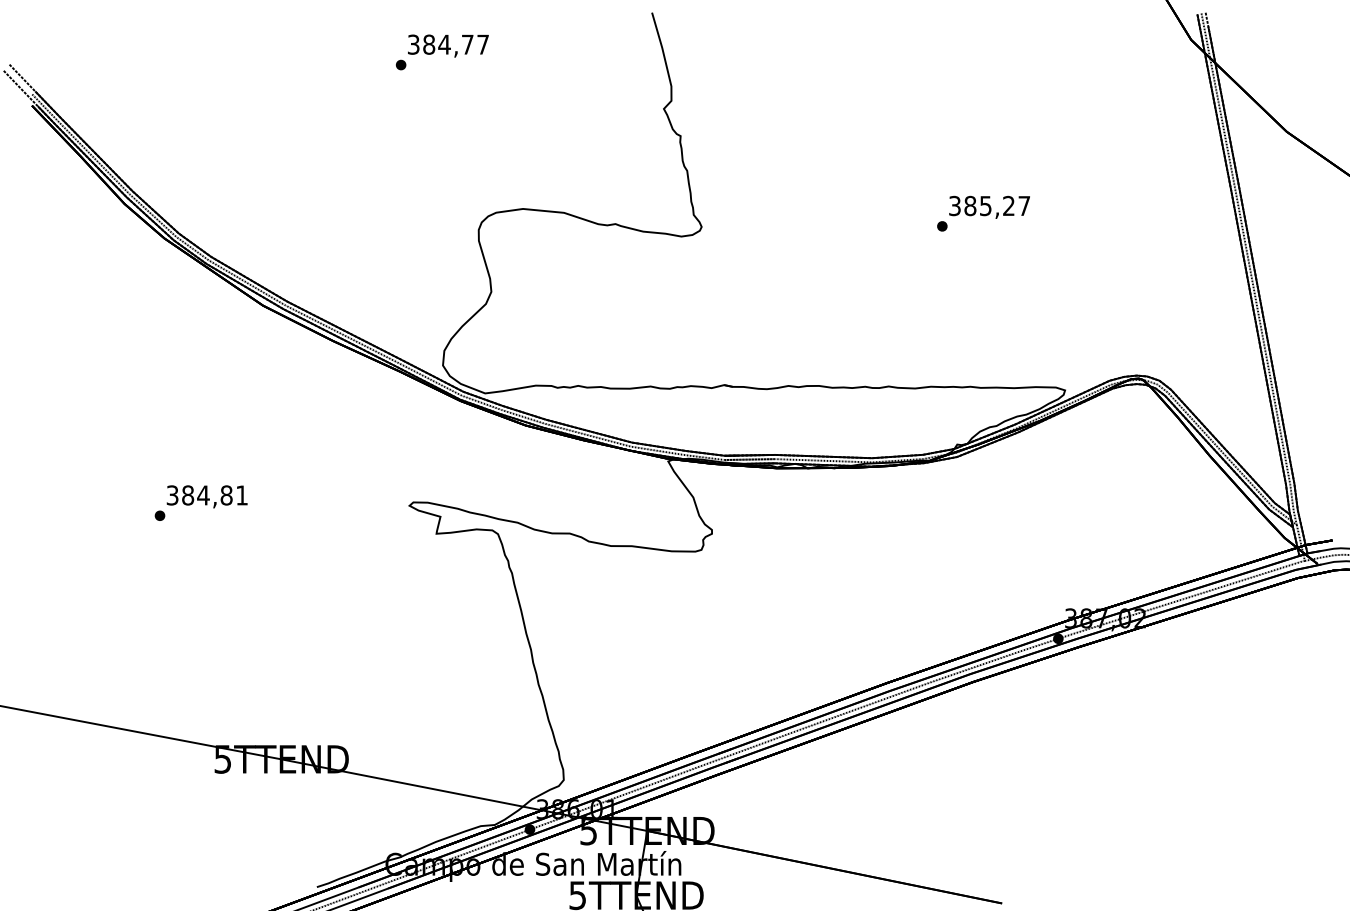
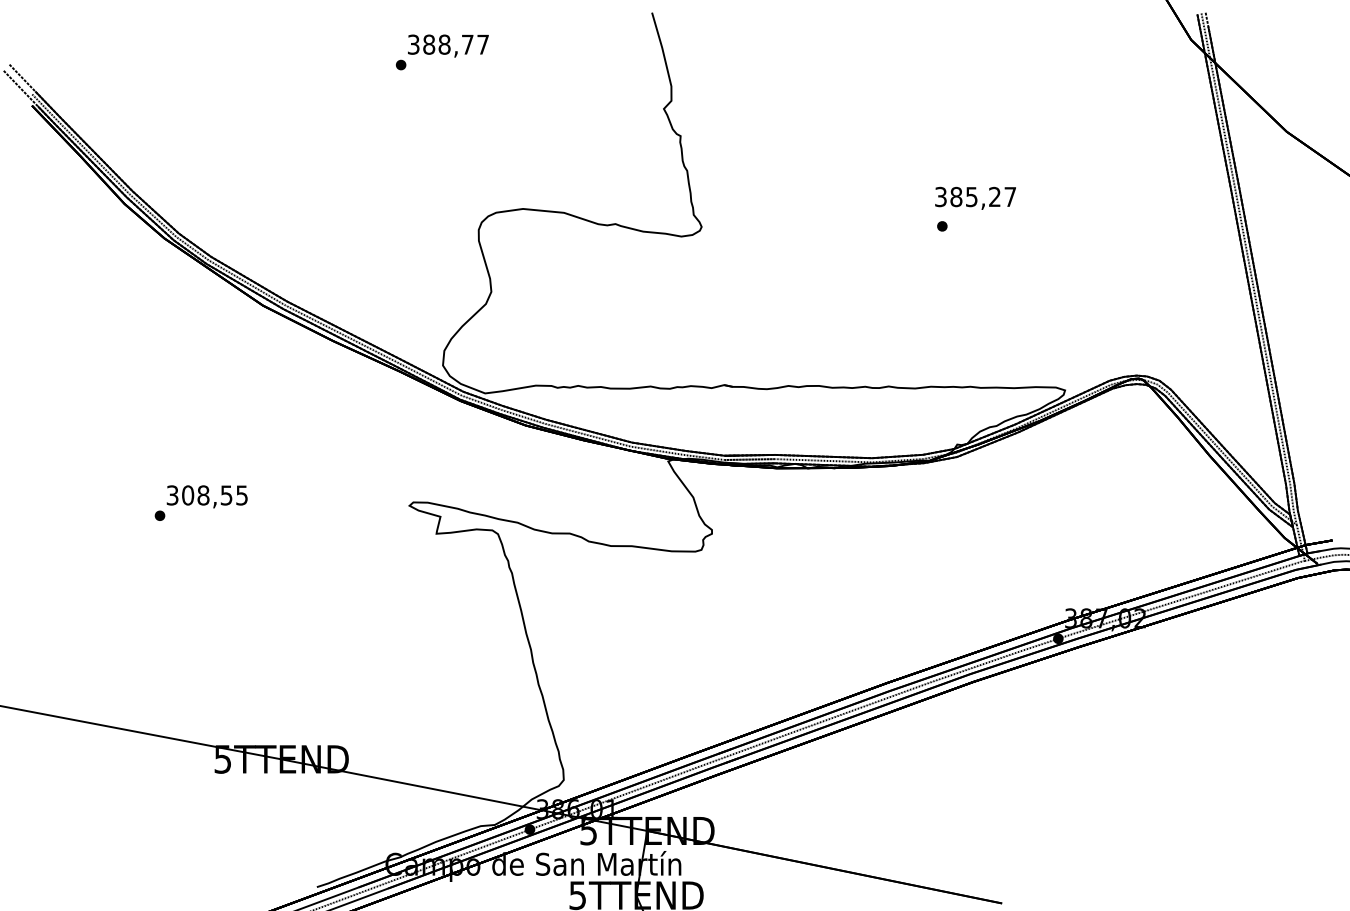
text at (444, 44): 384,77 -> 388,77
text at (989, 206) position: (989, 206) -> (975, 197)
text at (214, 495): 384,81 -> 308,55
